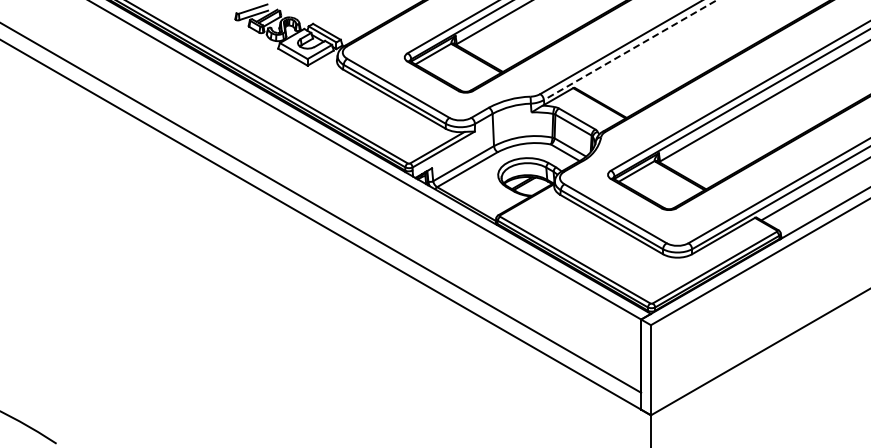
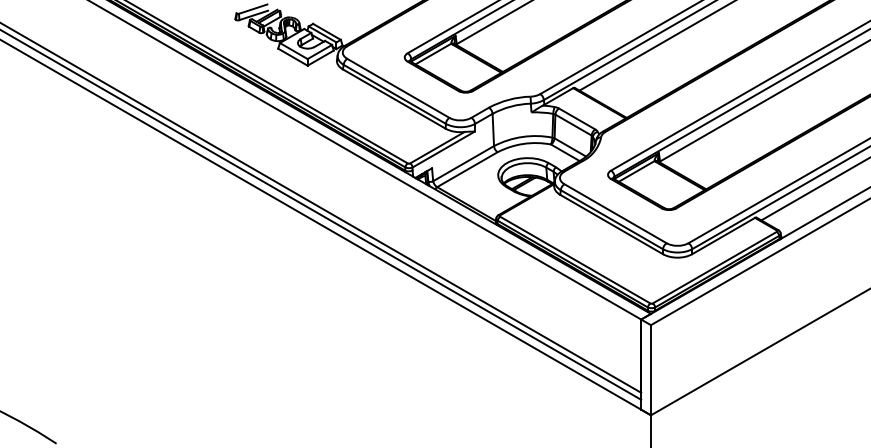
line at (656, 46): none -> present
line at (630, 50): dashed -> solid
line at (321, 214): none -> present
